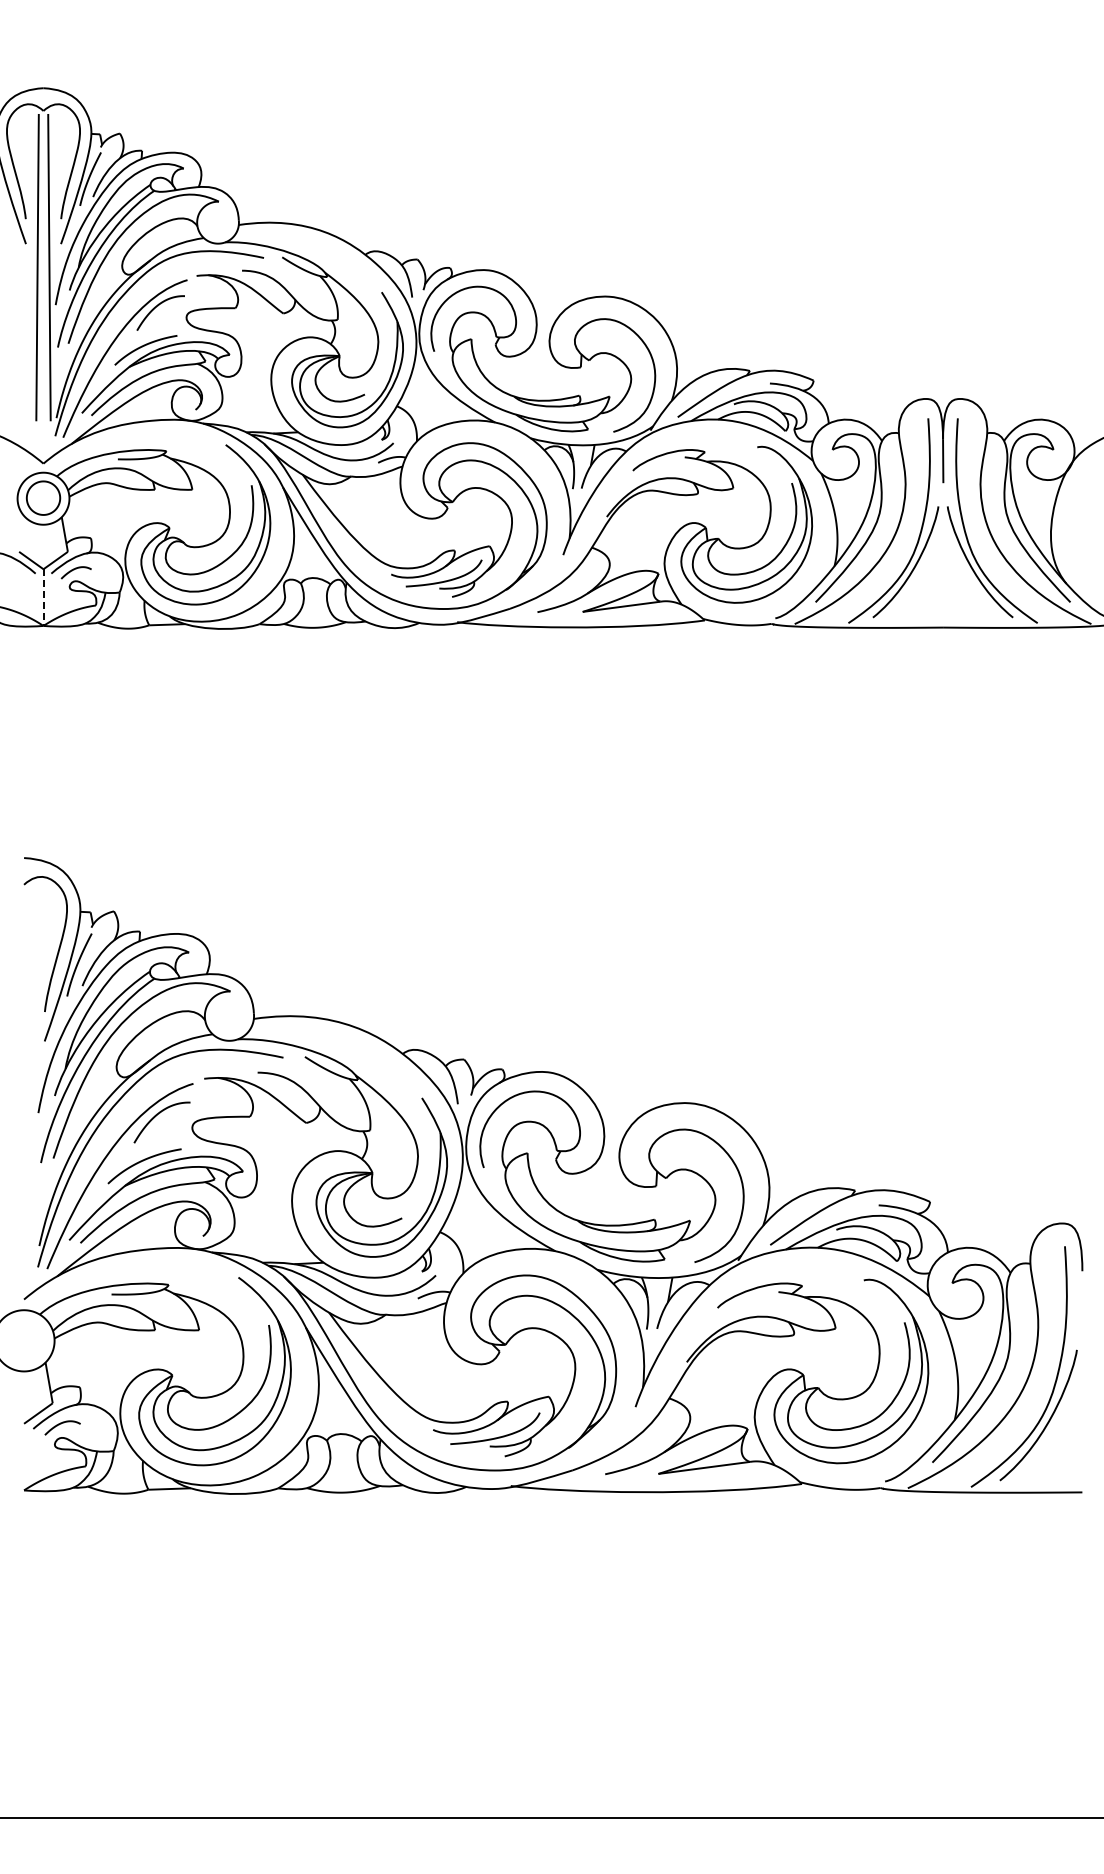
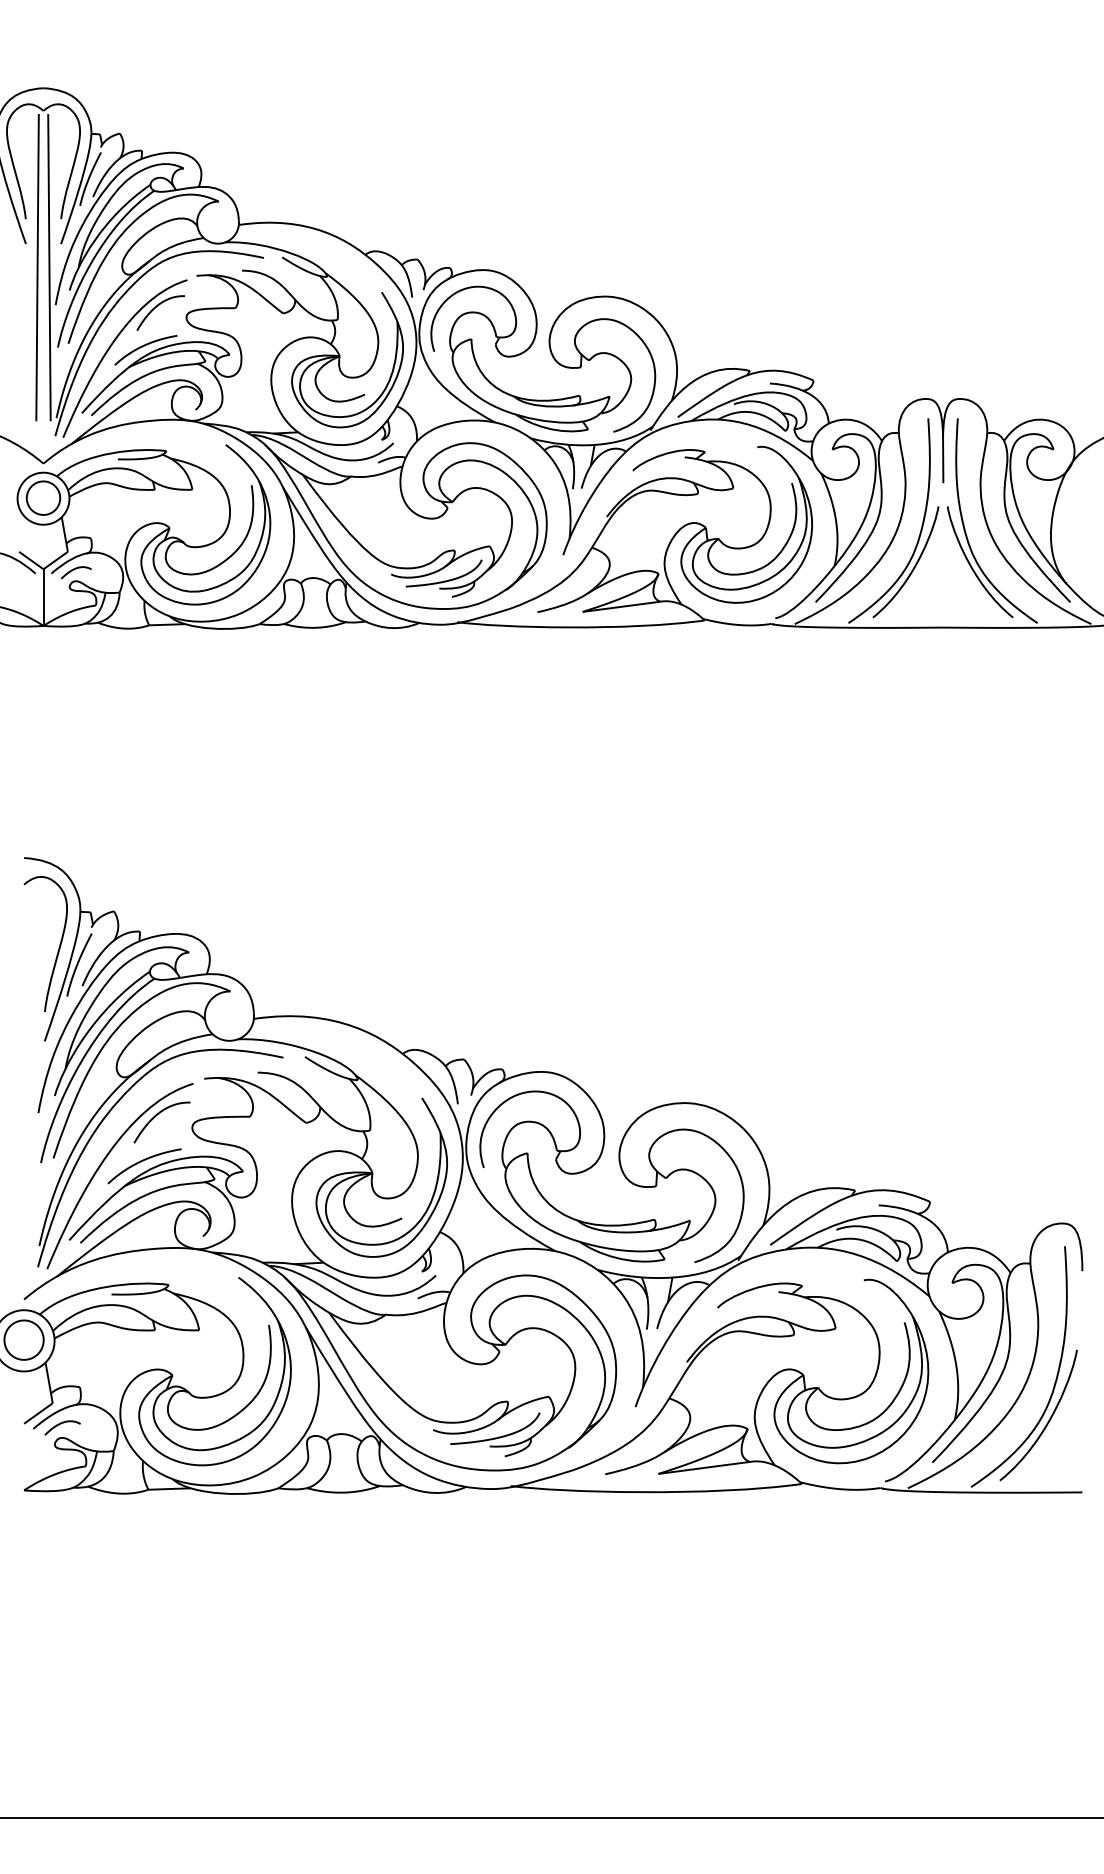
line at (43, 598): dashed -> solid
part at (23, 1339): none -> present
